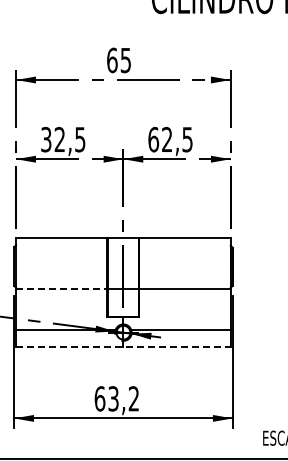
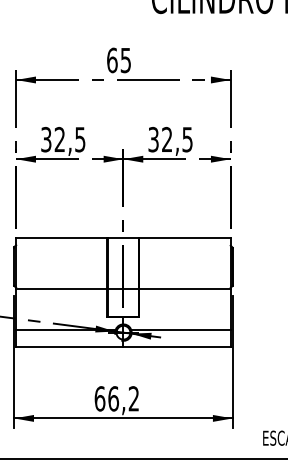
text at (153, 139): 62,5 -> 32,5
line at (61, 289): dashed -> solid
line at (123, 346): dashed -> solid
text at (113, 398): 63,2 -> 66,2
